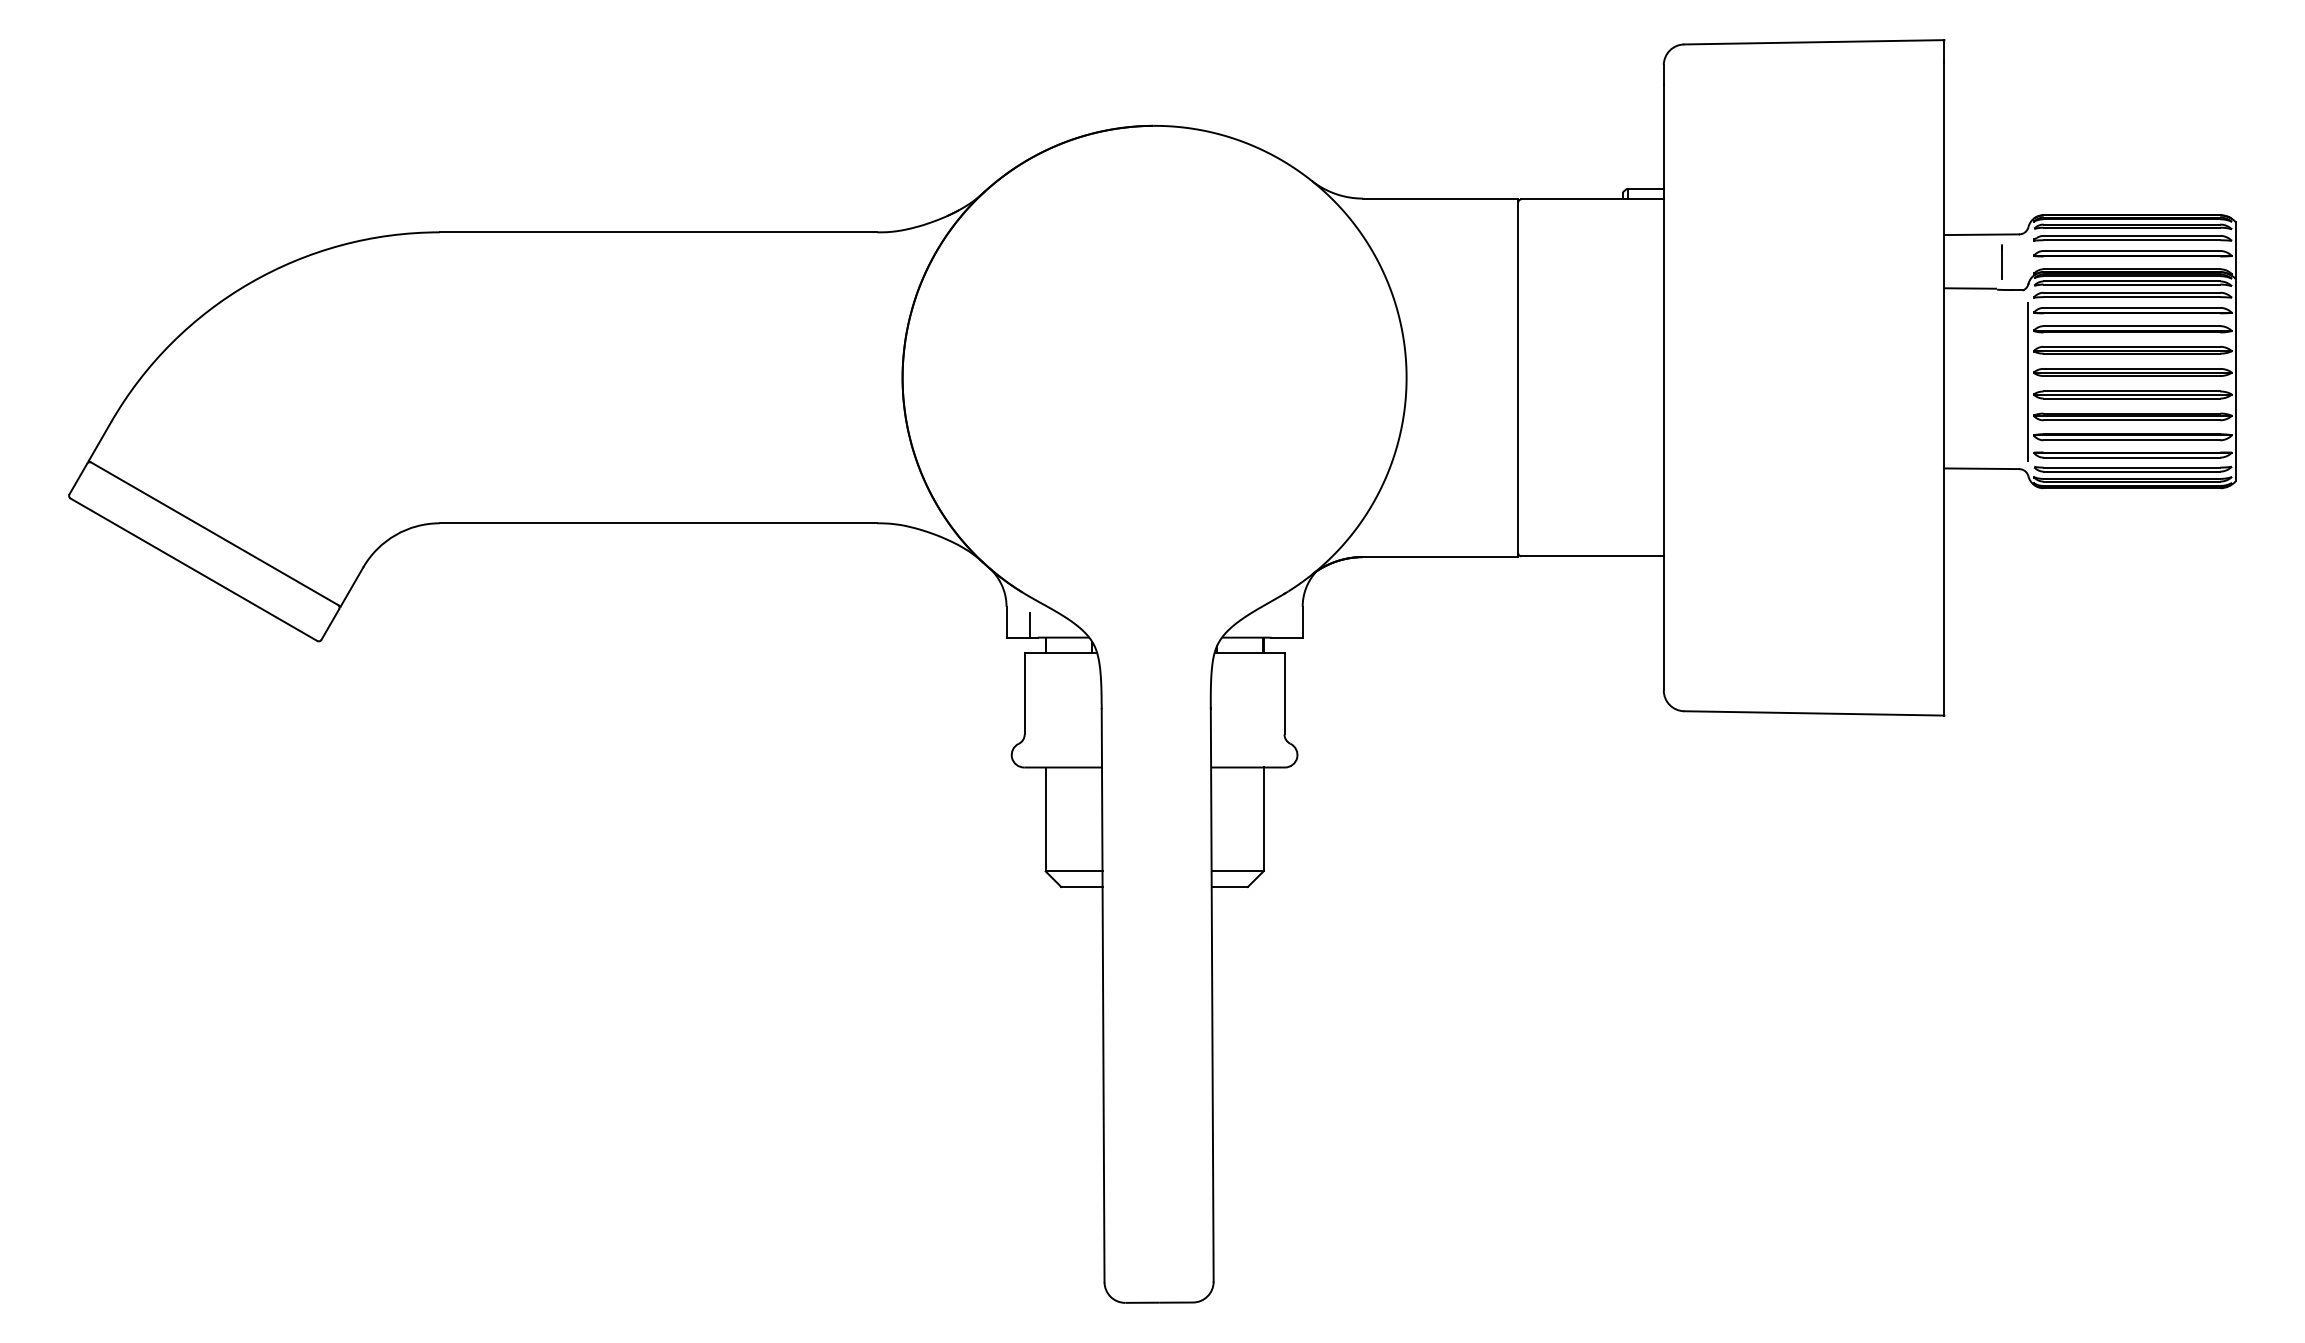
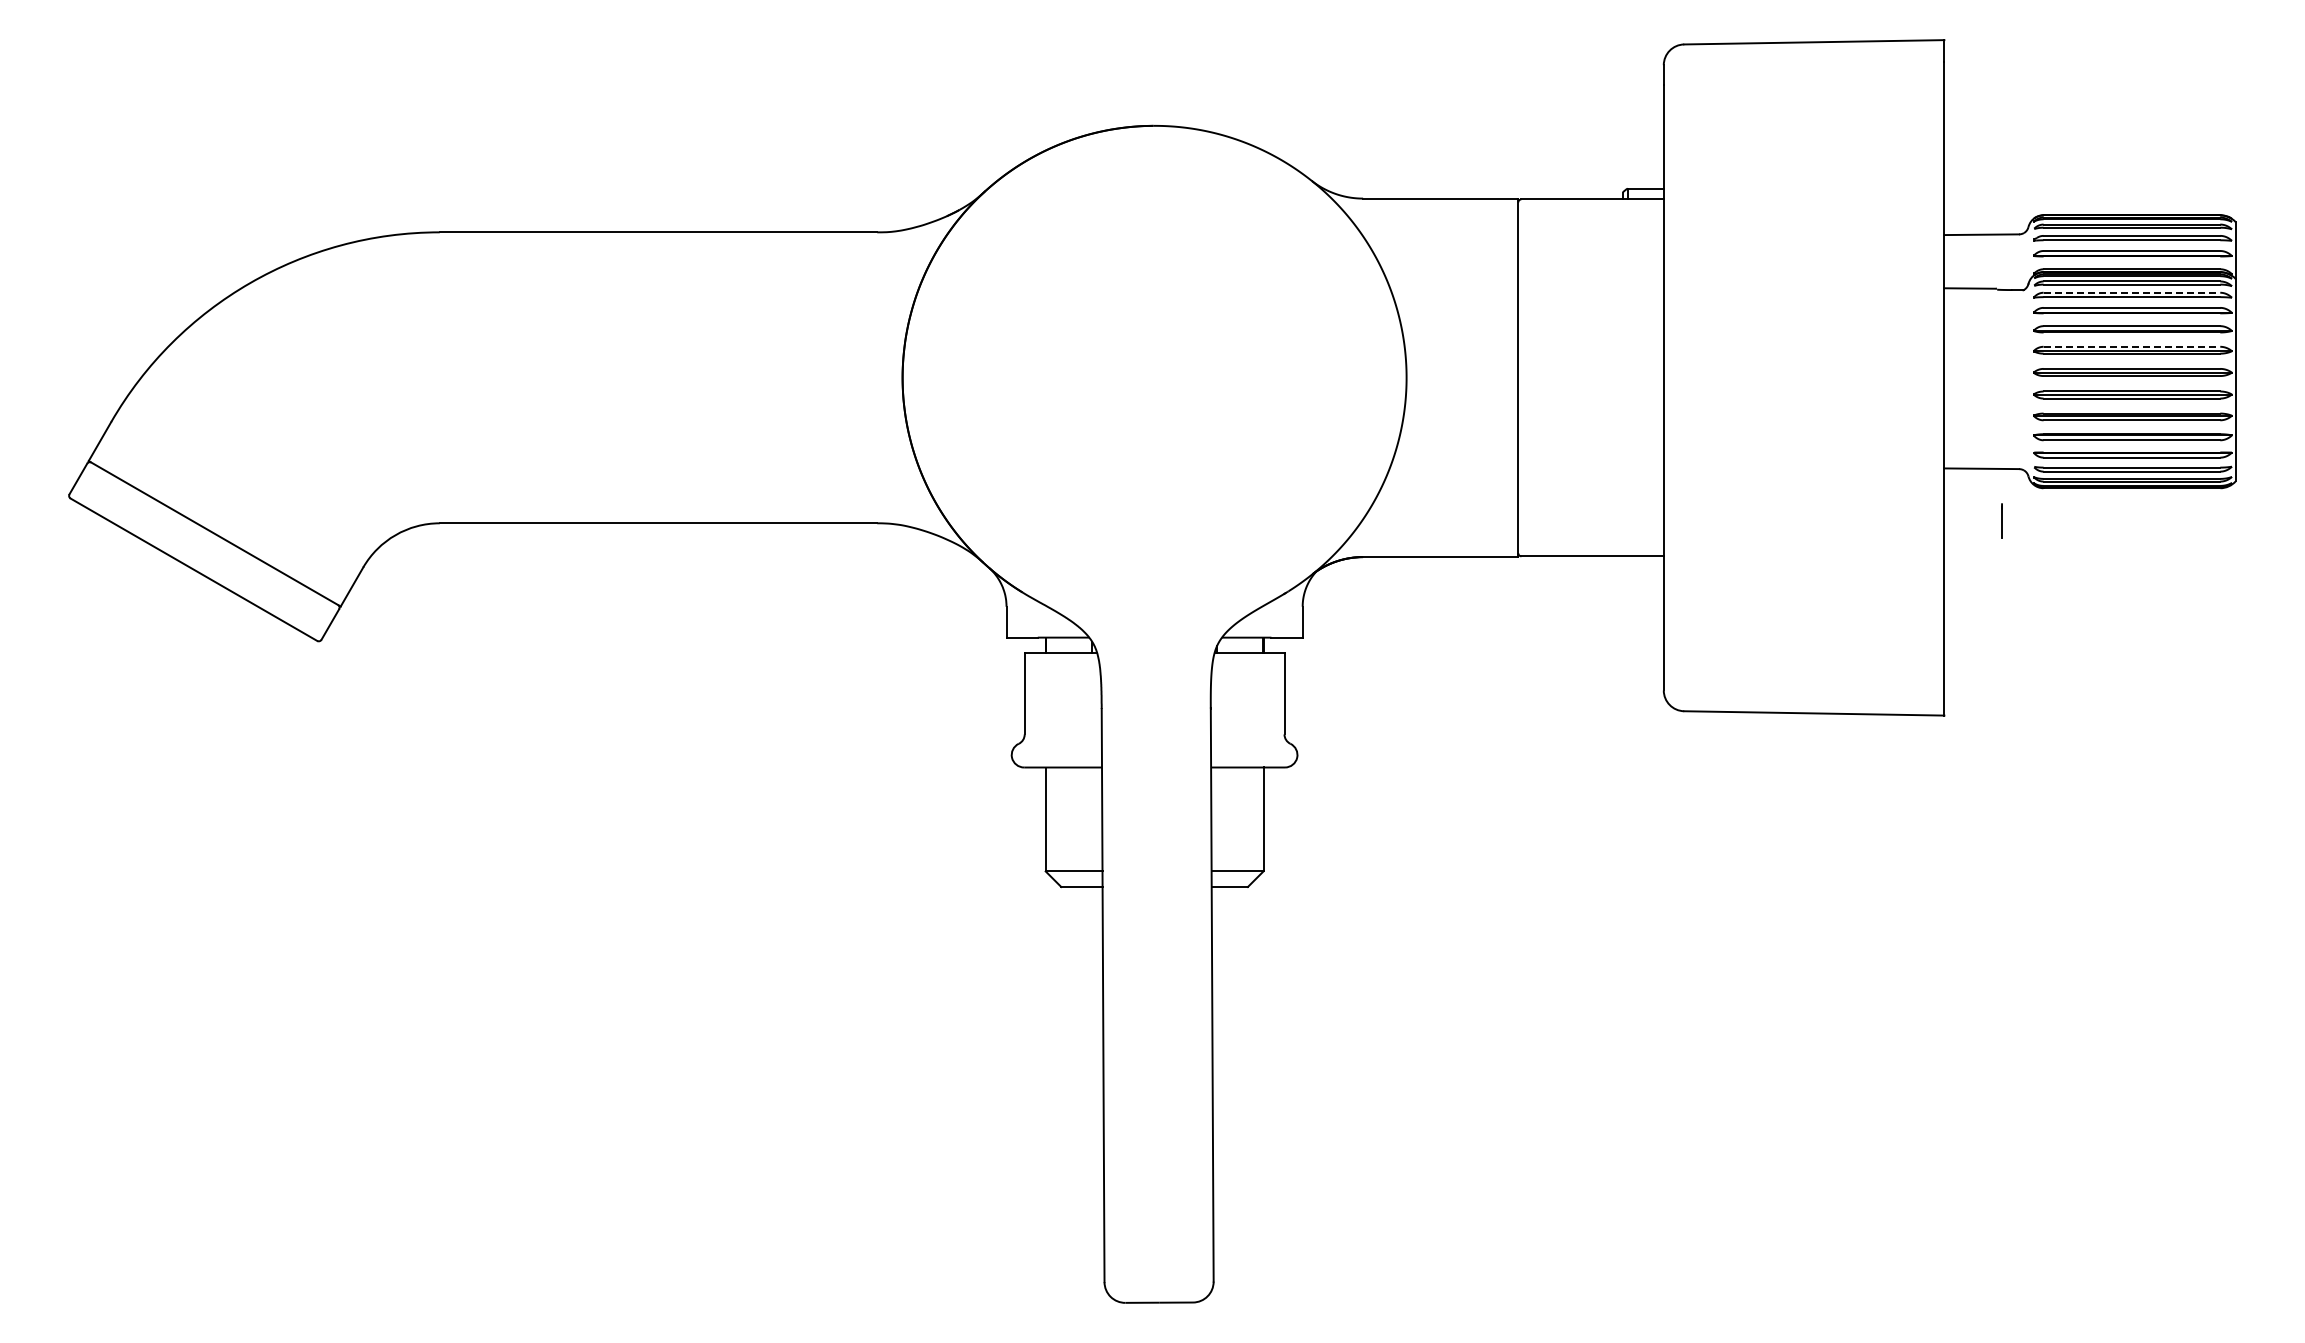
line at (2001, 261) position: (2001, 261) -> (2001, 520)
line at (2132, 292): solid -> dashed
line at (2132, 346): solid -> dashed
line at (2028, 381): present -> none
line at (1029, 624): present -> none
